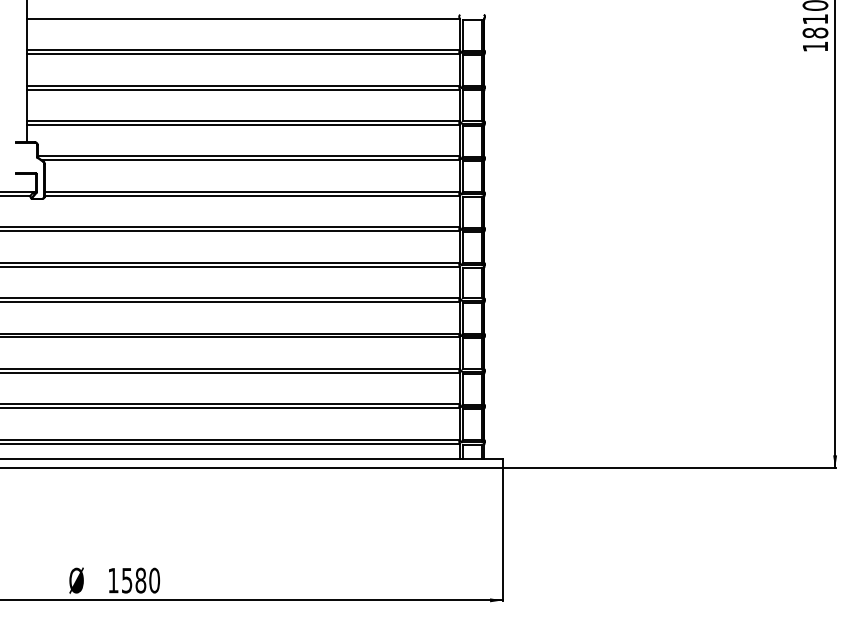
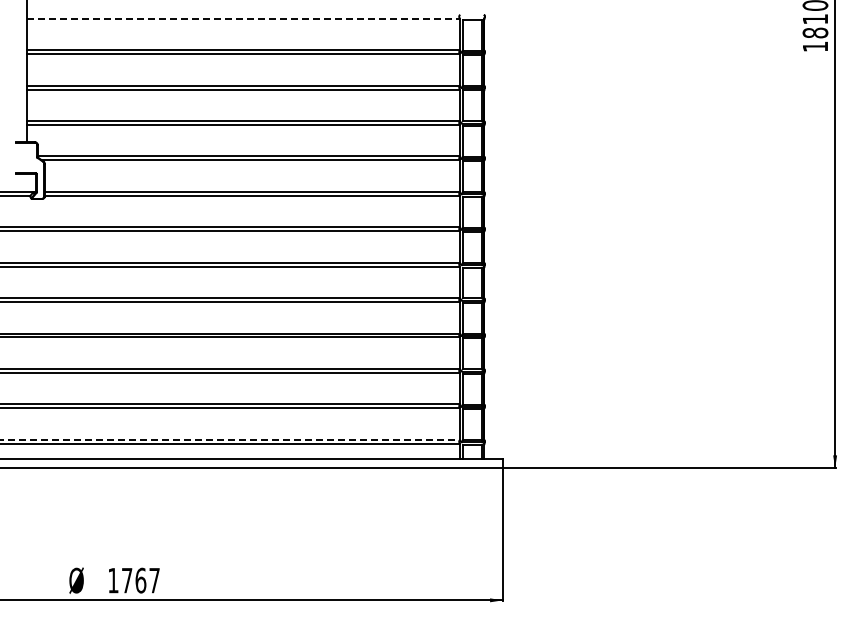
line at (243, 18): solid -> dashed
line at (230, 439): solid -> dashed
text at (141, 580): 1580 -> 1767
